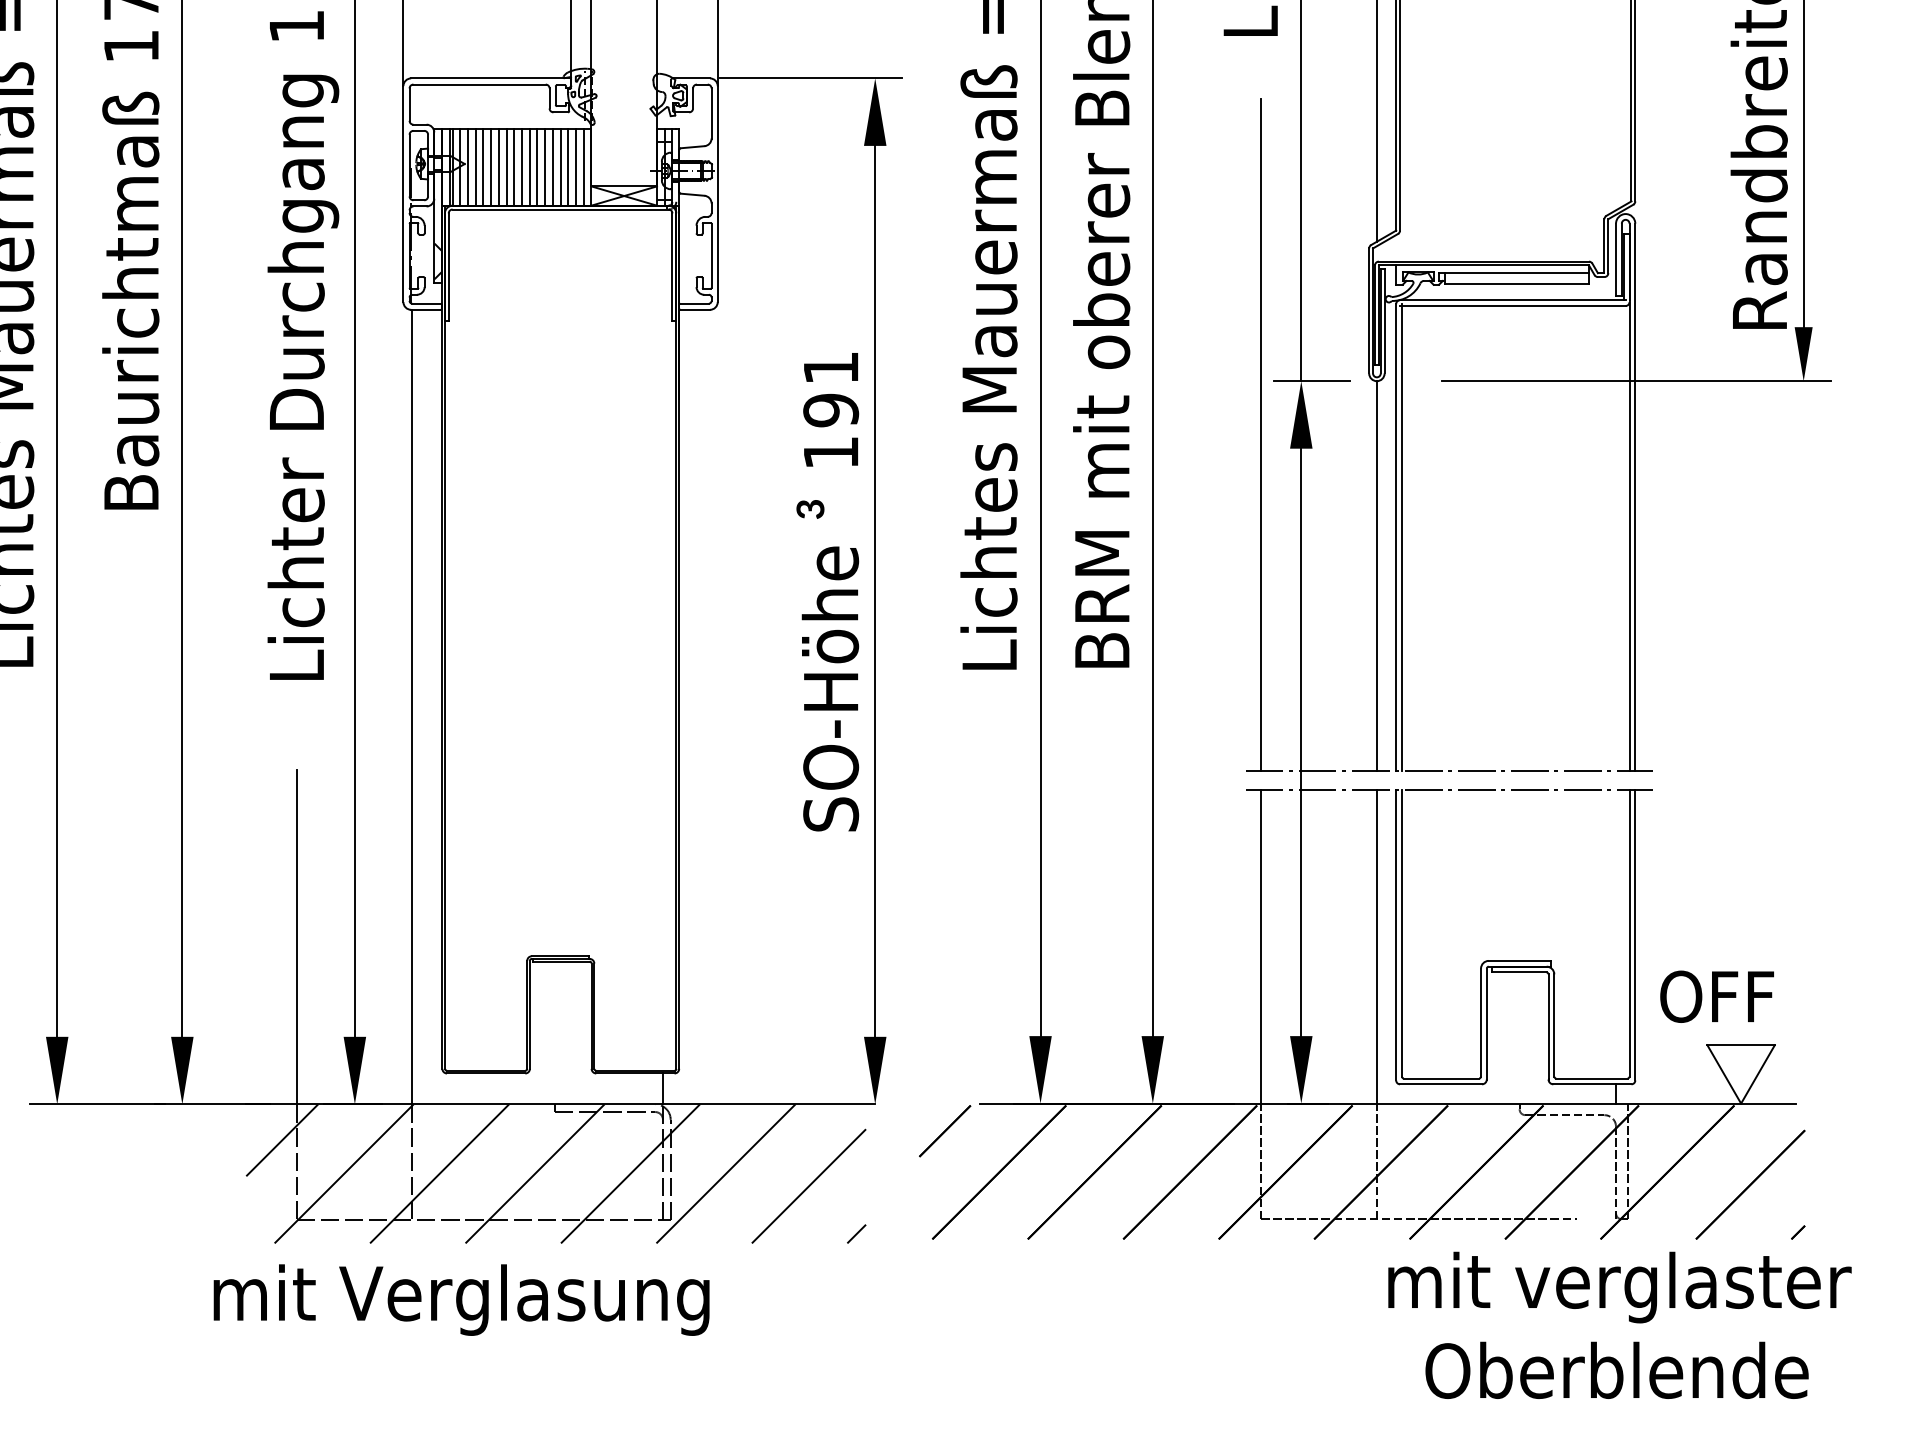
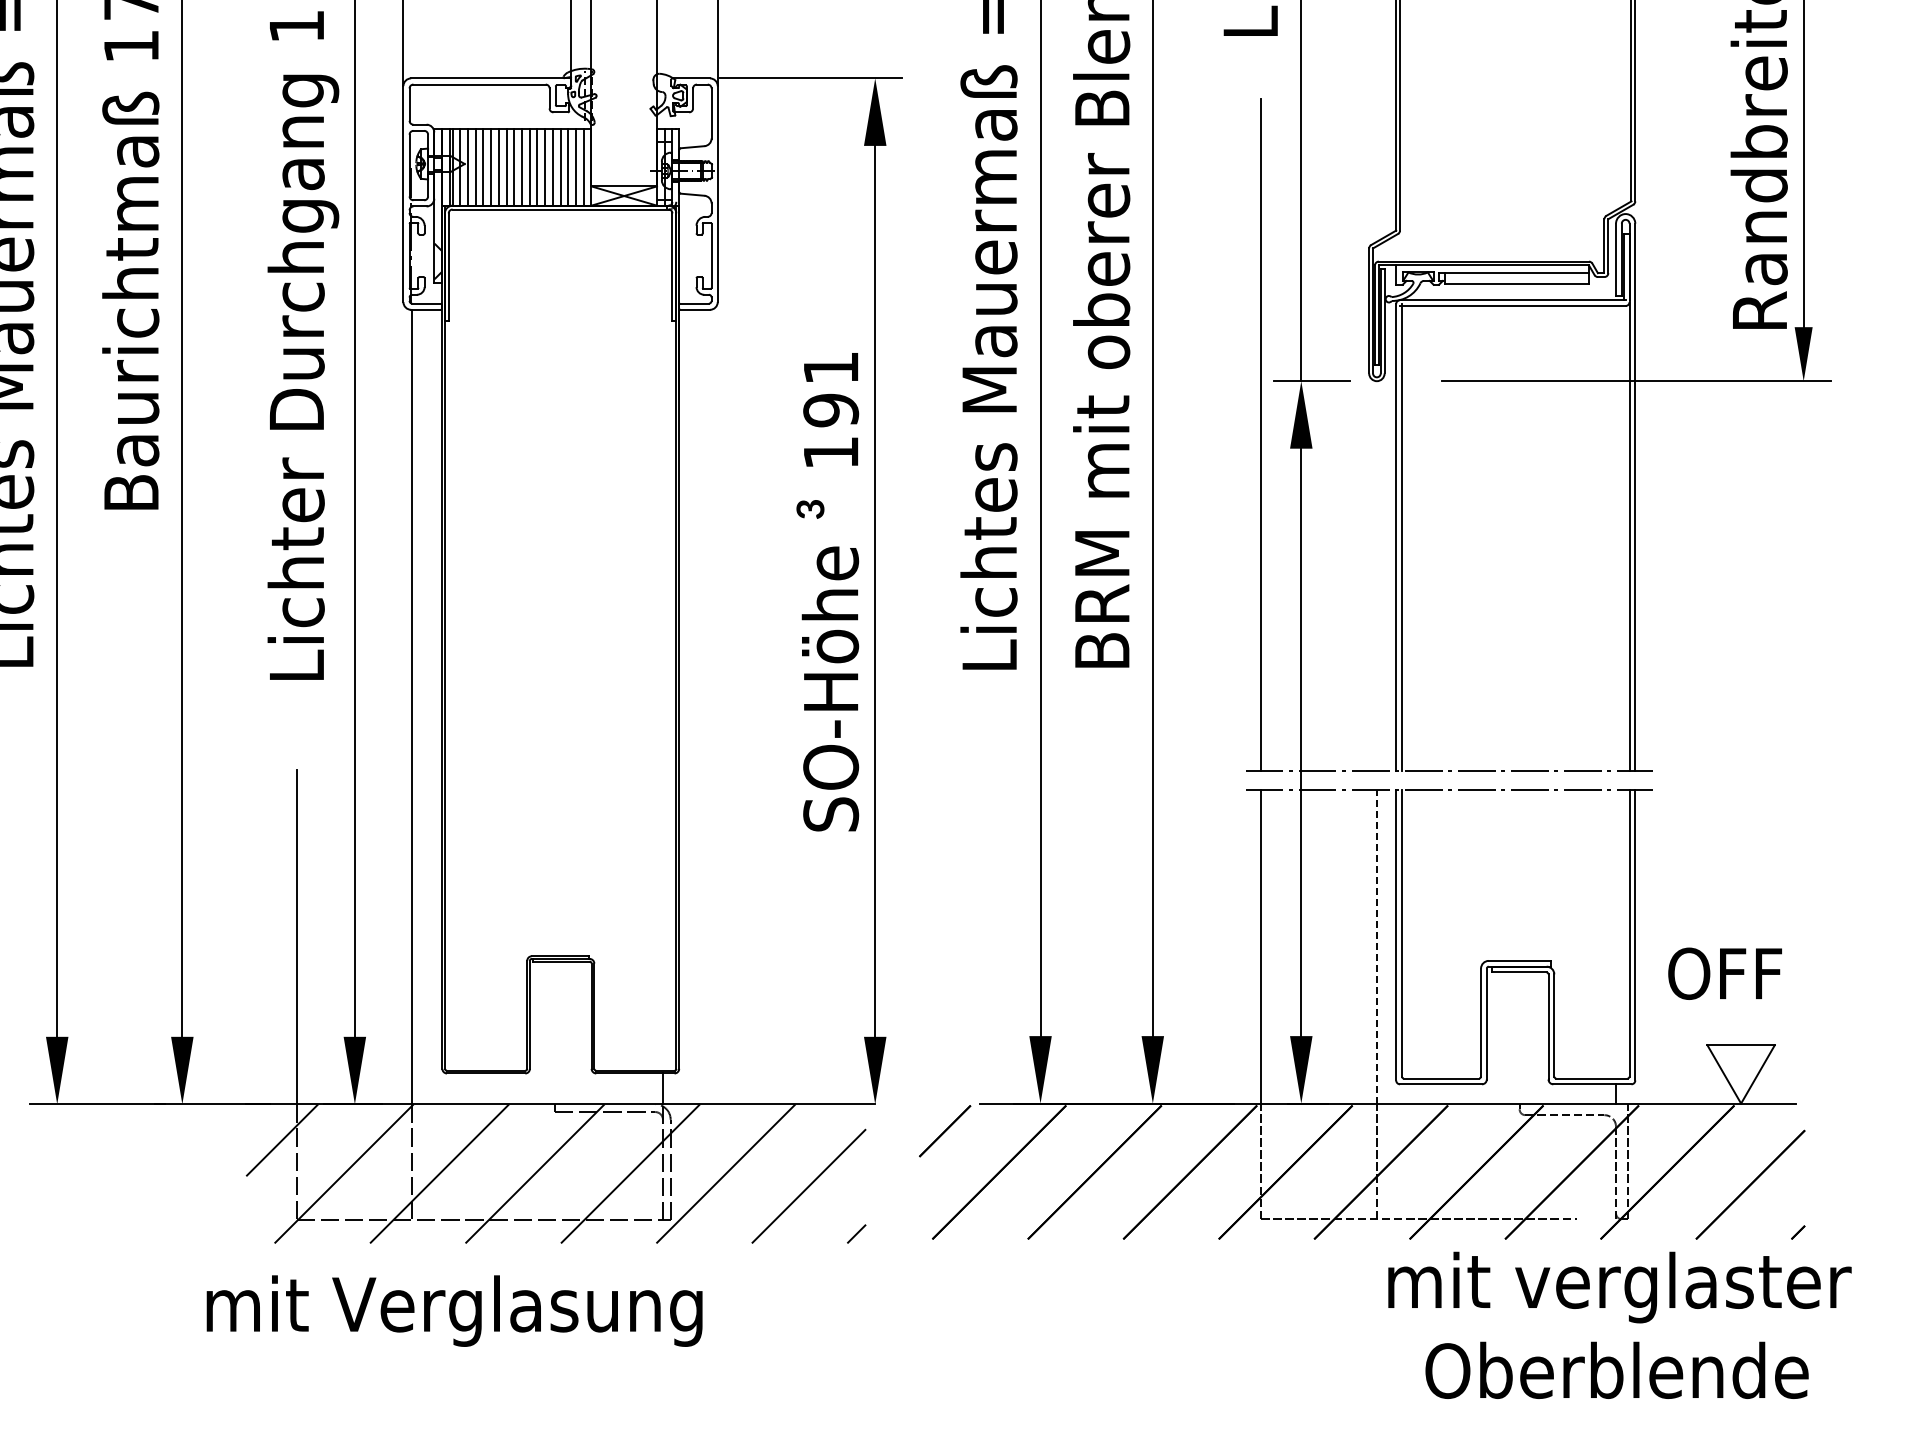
line at (1376, 121): present -> none
line at (1376, 576): present -> none
line at (1376, 946): solid -> dashed
text at (1716, 996) position: (1716, 996) -> (1724, 973)
text at (461, 1299) position: (461, 1299) -> (454, 1310)
